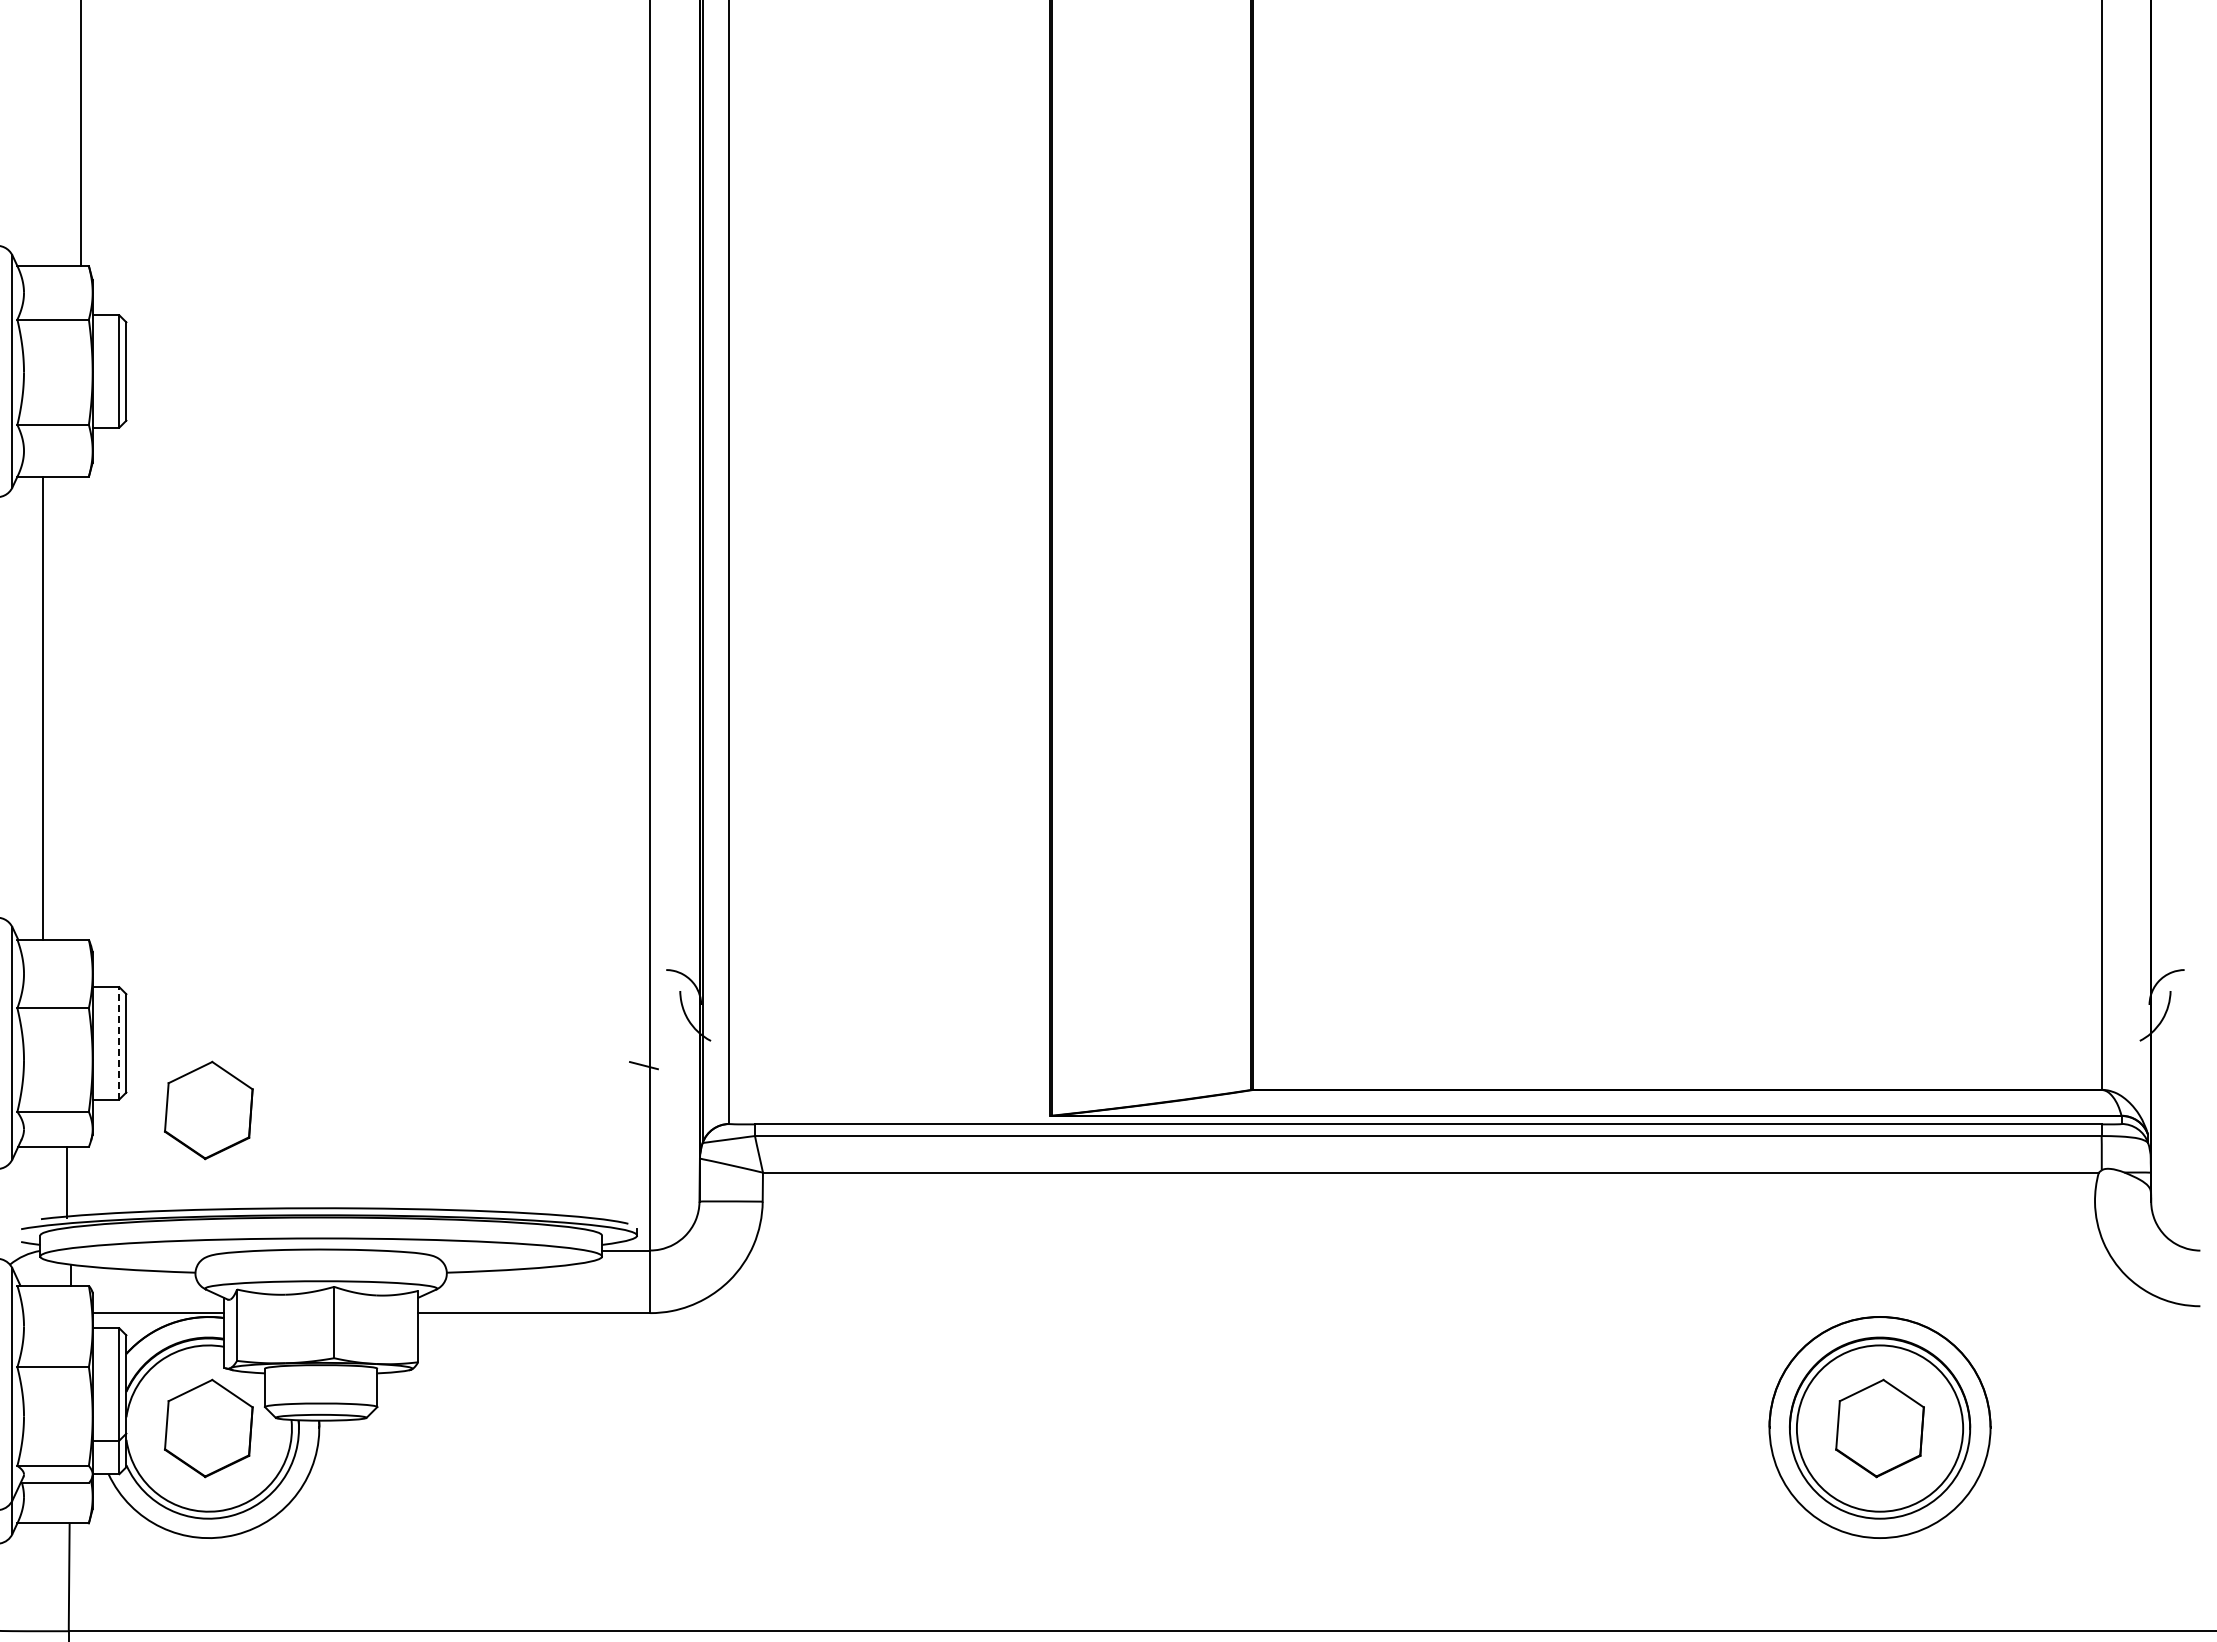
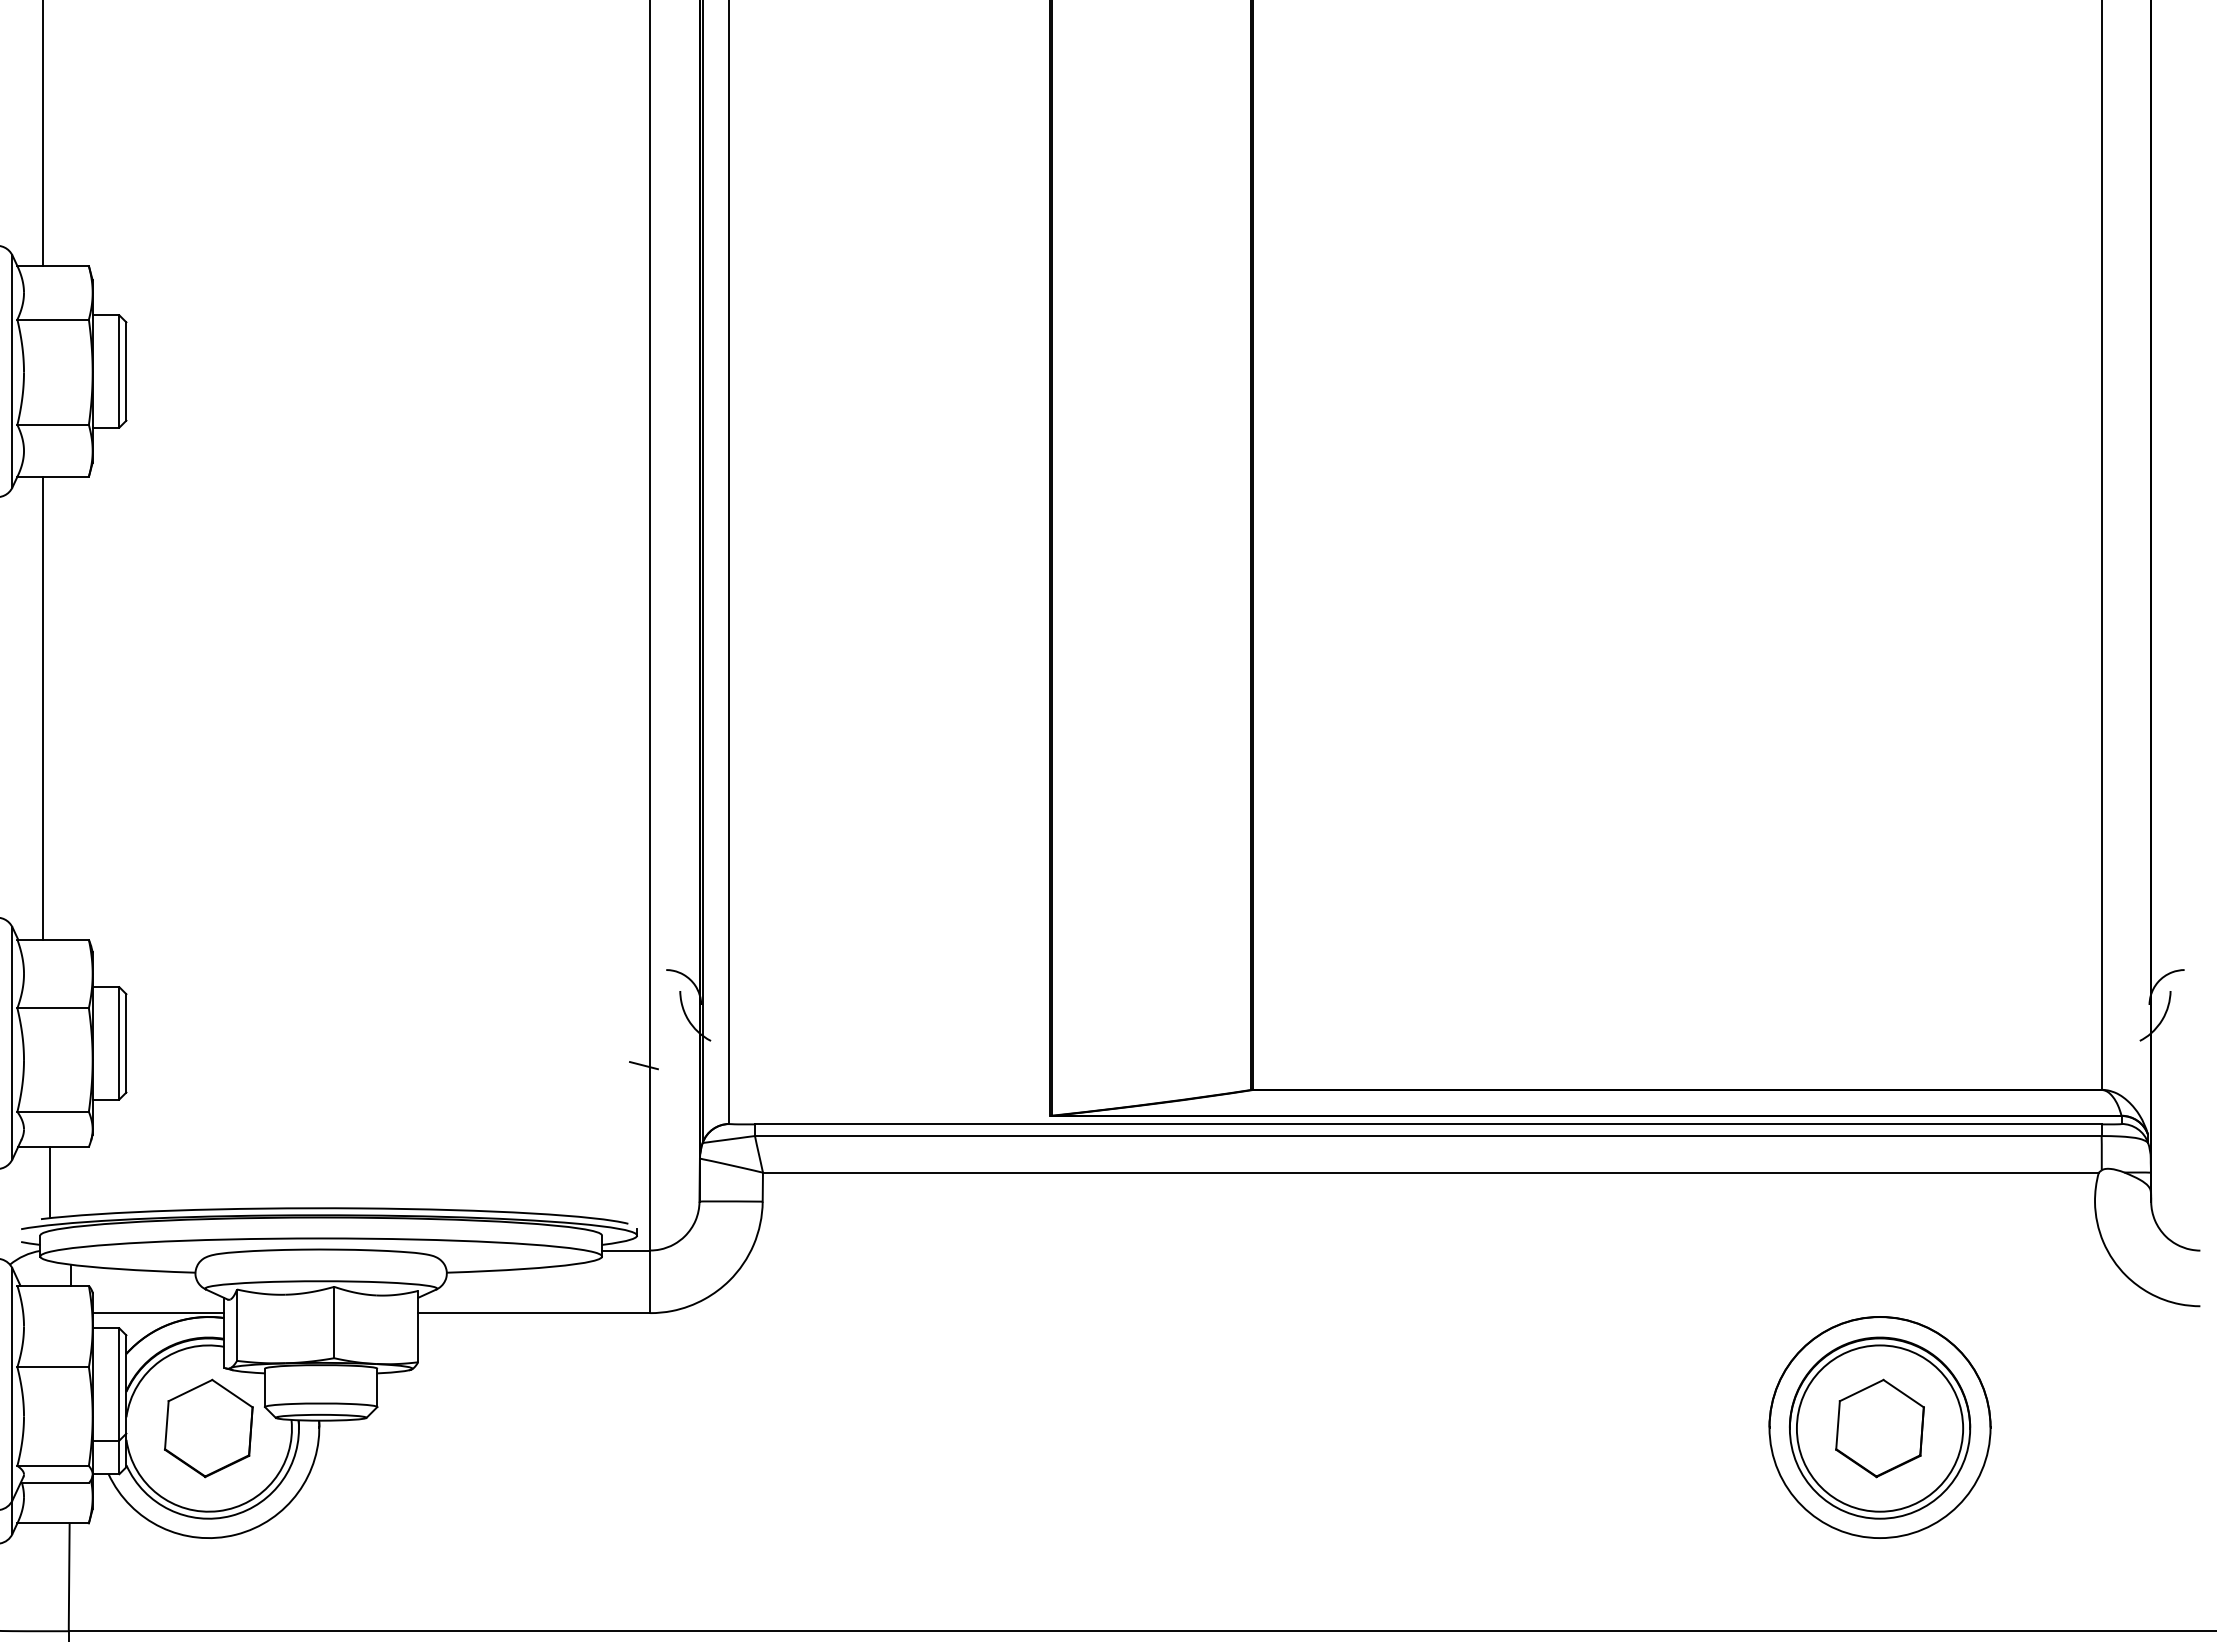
line at (81, 134) position: (81, 134) -> (43, 134)
line at (119, 1042): dashed -> solid
part at (208, 1110): present -> none
line at (67, 1182) position: (67, 1182) -> (50, 1182)
